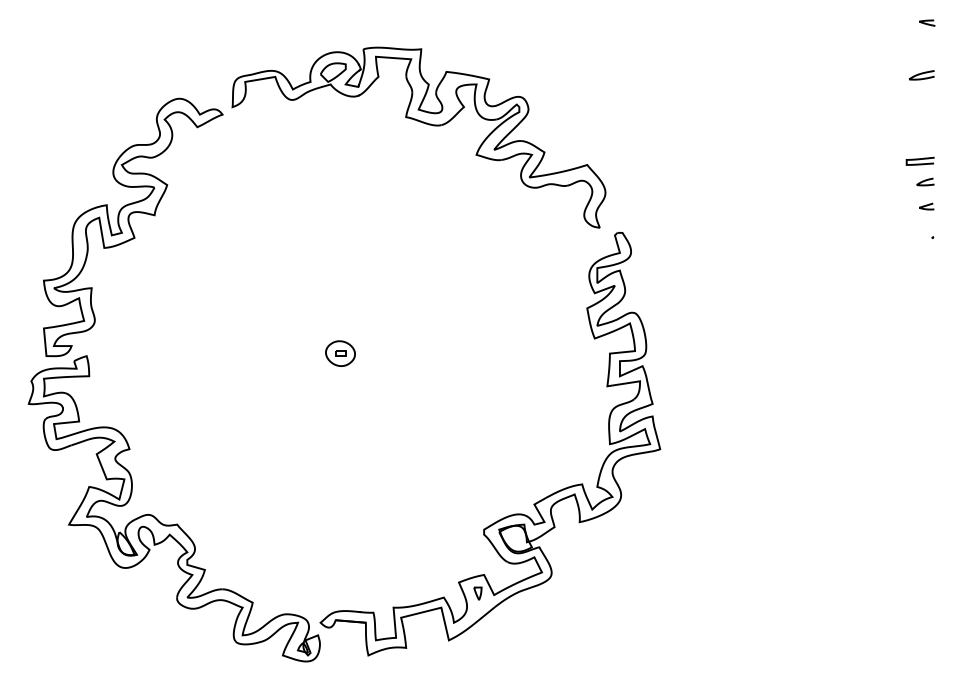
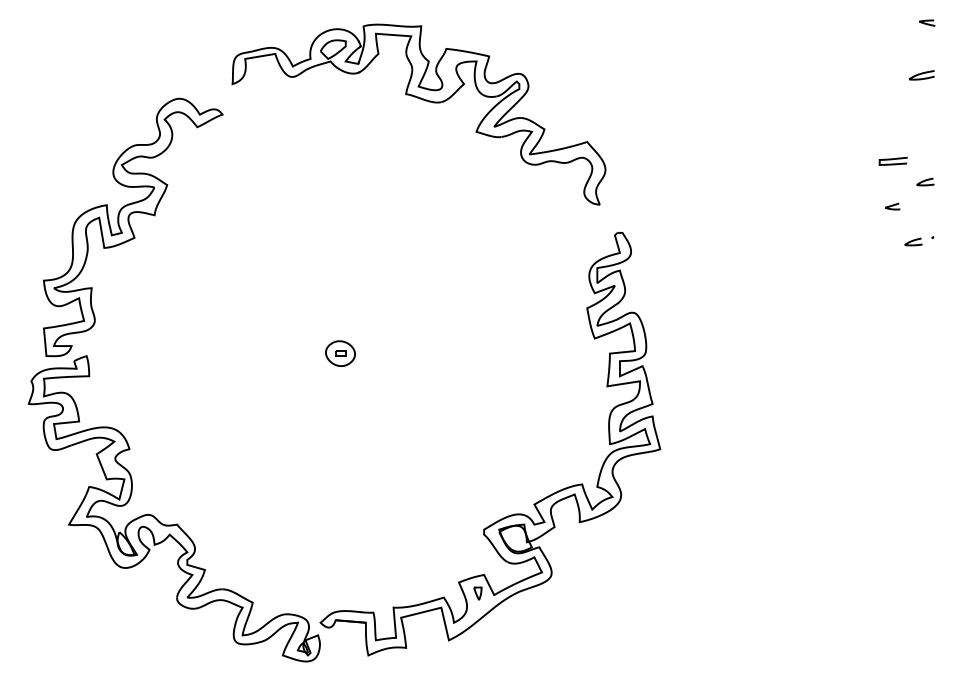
part at (422, 123) position: (422, 123) -> (422, 100)
curve at (919, 160) position: (919, 160) -> (892, 160)
curve at (926, 206) position: (926, 206) -> (892, 206)
curve at (913, 241): none -> present
